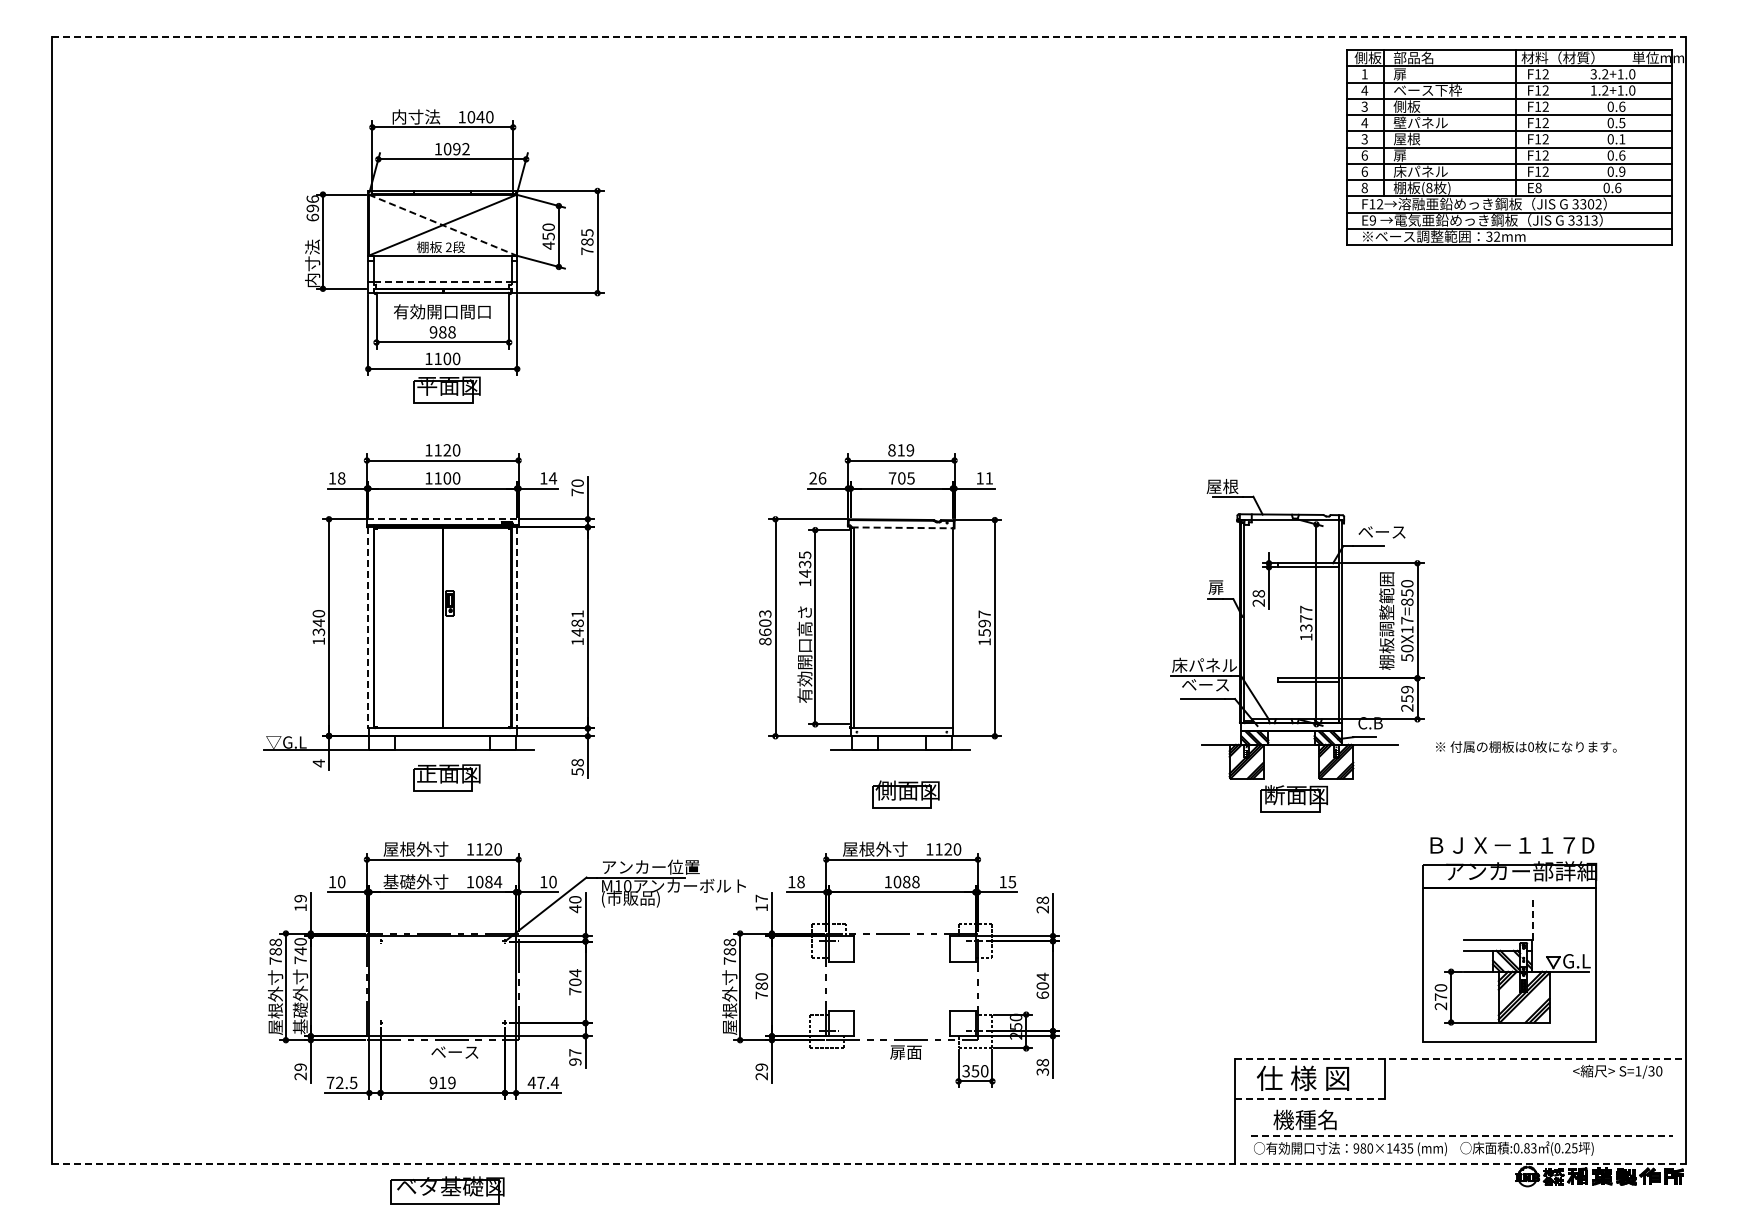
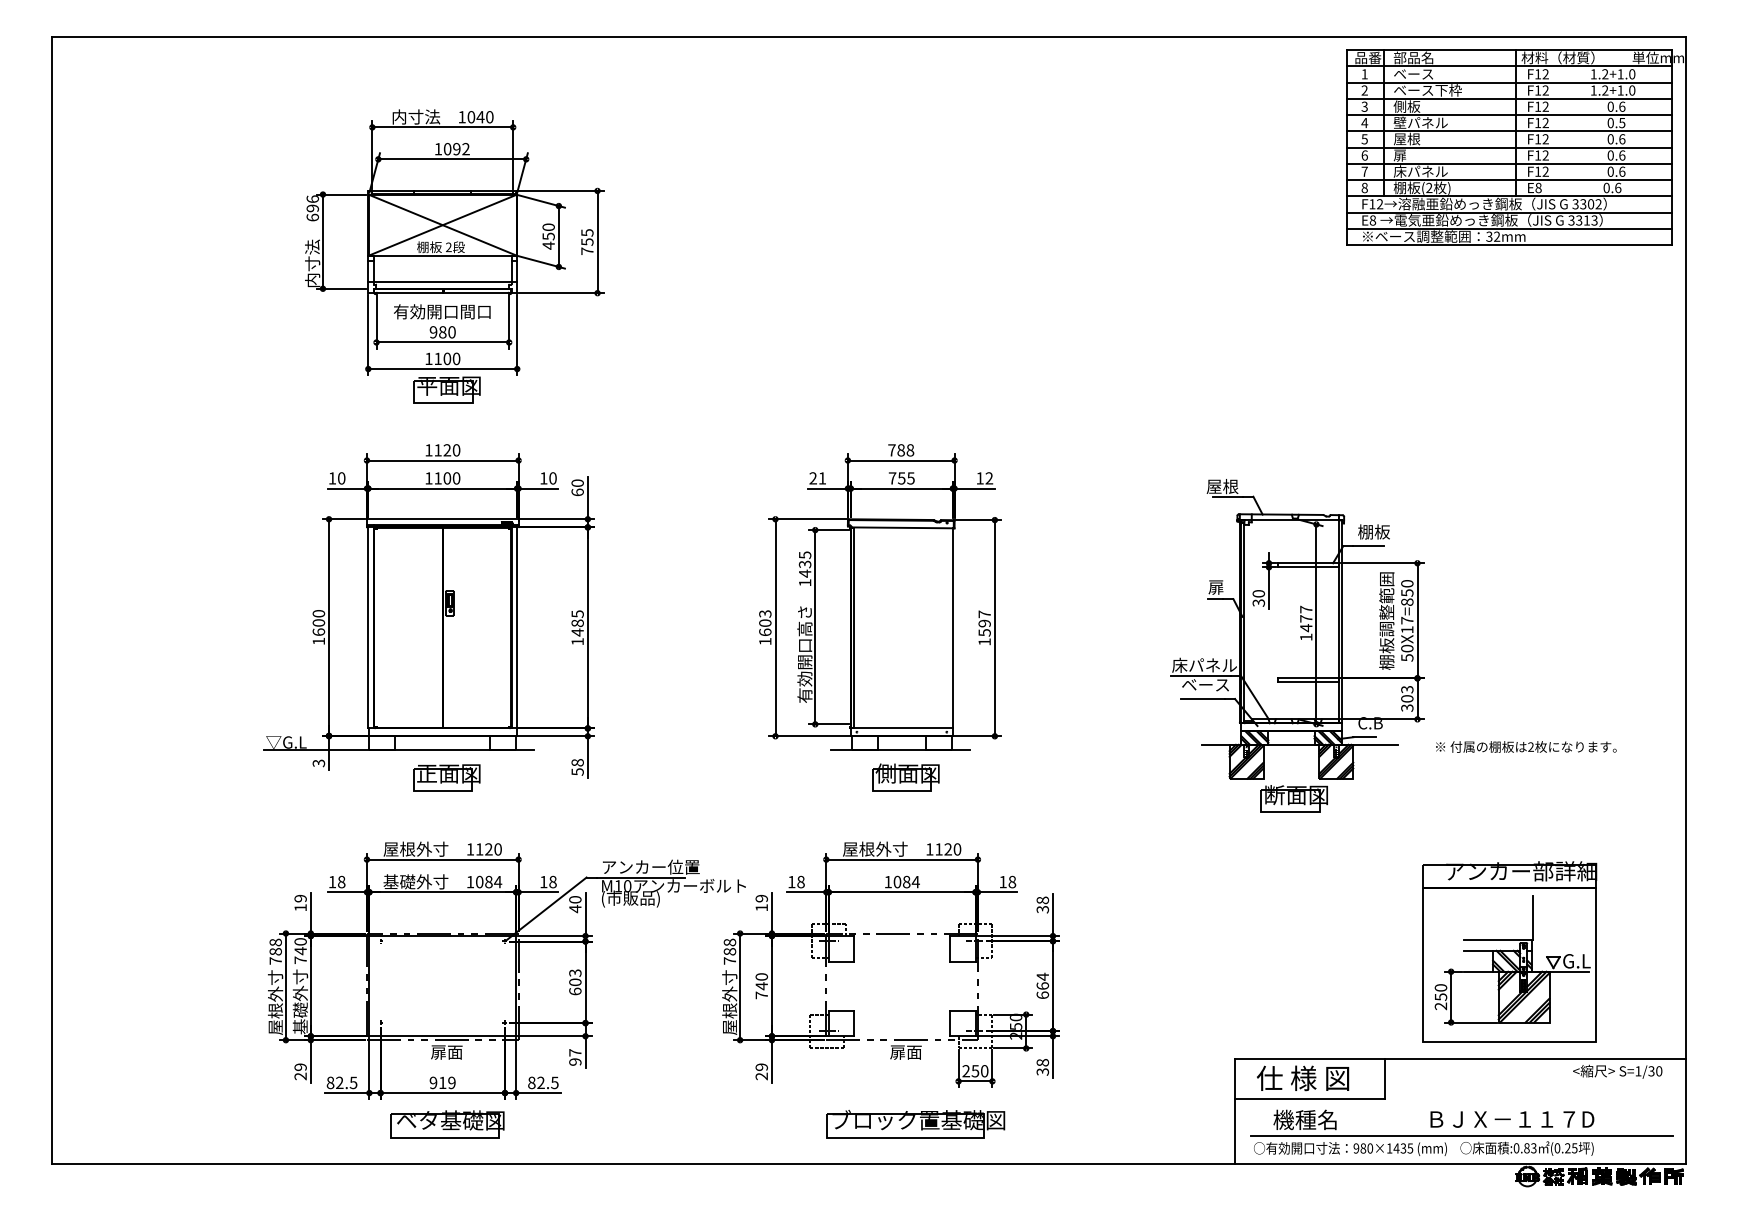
line at (868, 36): dashed -> solid
text at (1367, 57): 側板 -> 品番
text at (1412, 74): 扉 -> ベース
text at (1593, 74): 3.2+1.0 -> 1.2+1.0
text at (1364, 90): 4 -> 2
text at (1364, 138): 3 -> 5
text at (1622, 139): 0.1 -> 0.6
text at (1364, 171): 6 -> 7
text at (1622, 171): 0.9 -> 0.6
text at (1429, 187): (8 -> (2
text at (1372, 220): E9 -> E8
line at (442, 225): dashed -> solid
text at (587, 241): 785 -> 755
line at (443, 281): dashed -> solid
text at (451, 332): 988 -> 980
text at (901, 450): 819 -> 788
text at (341, 478): 18 -> 10
text at (552, 478): 14 -> 10
text at (822, 478): 26 -> 21
text at (901, 478): 705 -> 755
text at (989, 478): 11 -> 12
text at (577, 492): 70 -> 60
line at (443, 519): dashed -> solid
line at (903, 527): dashed -> solid
text at (1381, 531): ベース -> 棚板
text at (1259, 598): 28 -> 30
text at (577, 613): 1481 -> 1485
text at (318, 627): 1340 -> 1600
line at (368, 627): dashed -> solid
line at (517, 627): dashed -> solid
text at (1306, 628): 1377 -> 1477
text at (765, 641): 8603 -> 1603
text at (1407, 698): 259 -> 303
text at (1530, 746): 0 -> 2
text at (318, 763): 4 -> 3
part at (905, 794) position: (905, 794) -> (905, 777)
text at (1512, 845) position: (1512, 845) -> (1512, 1119)
text at (341, 881): 10 -> 18
text at (915, 881): 1088 -> 1084
text at (1012, 881): 15 -> 18
text at (552, 882): 10 -> 18
text at (761, 898): 17 -> 19
text at (1043, 909): 28 -> 38
line at (1532, 918): dashed -> solid
text at (575, 982): 704 -> 603
text at (1042, 985): 604 -> 664
text at (761, 986): 780 -> 740
text at (1441, 996): 270 -> 250
text at (454, 1052): ベース -> 扉面
line at (1460, 1058): dashed -> solid
text at (965, 1071): 350 -> 250
text at (330, 1082): 72.5 -> 82.5
text at (542, 1082): 47.4 -> 82.5
line at (1310, 1099): dashed -> solid
part at (915, 1124): none -> present
line at (1462, 1136): dashed -> solid
line at (868, 1164): dashed -> solid
part at (447, 1190) position: (447, 1190) -> (447, 1124)
